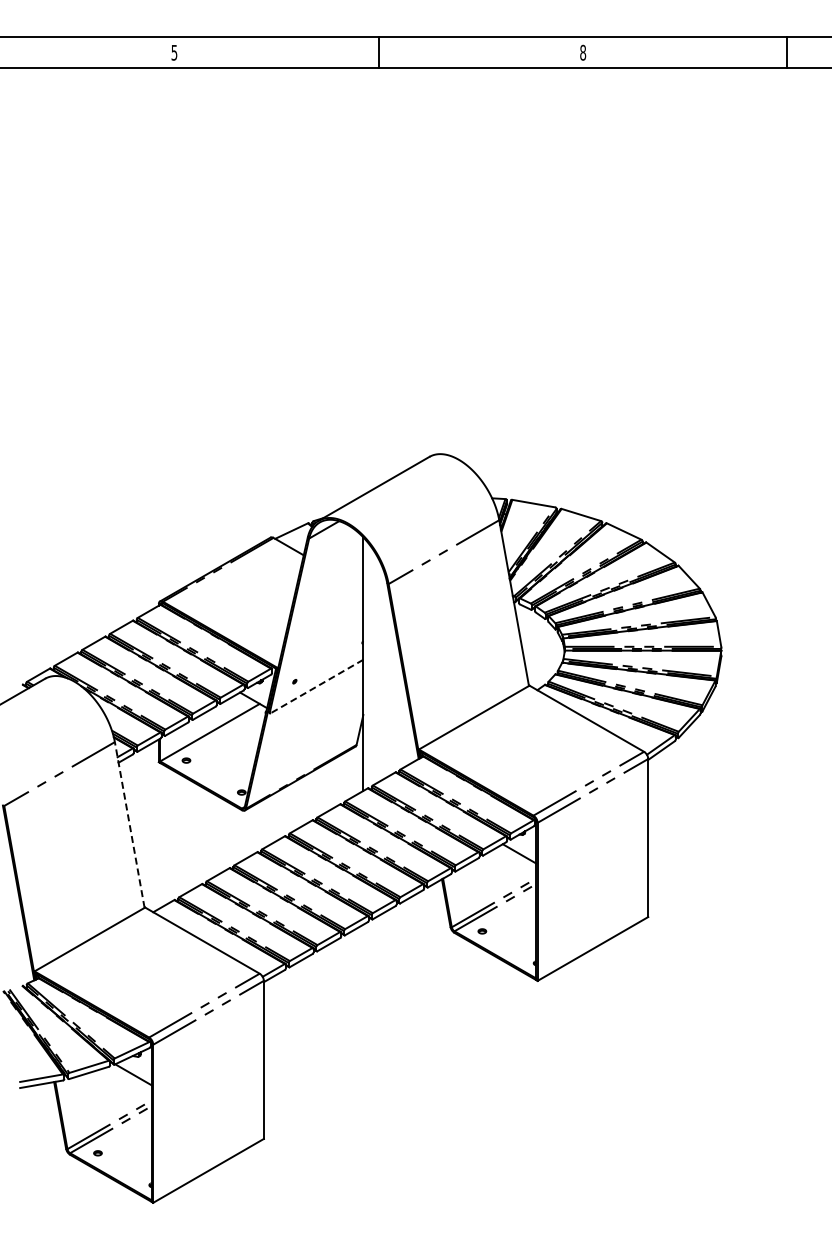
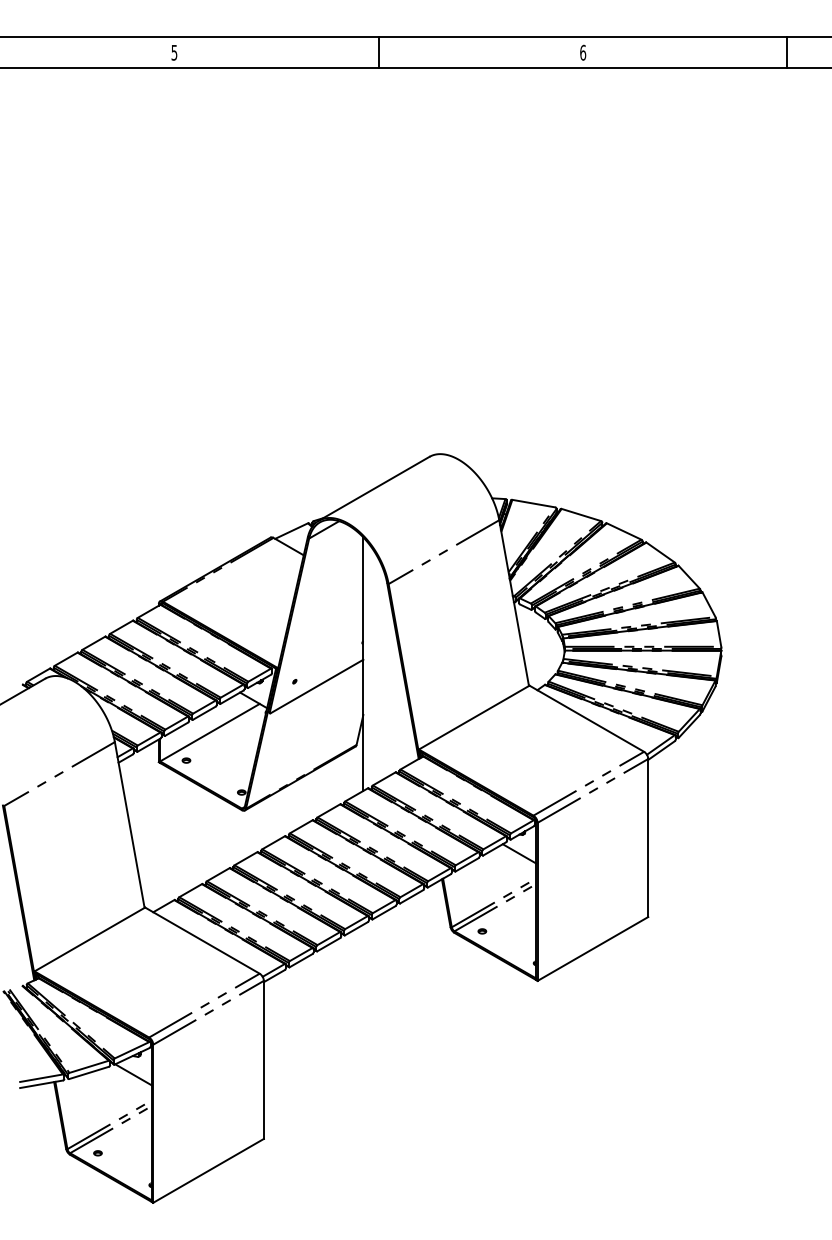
text at (583, 52): 8 -> 6
line at (316, 686): dashed -> solid
line at (129, 824): dashed -> solid
